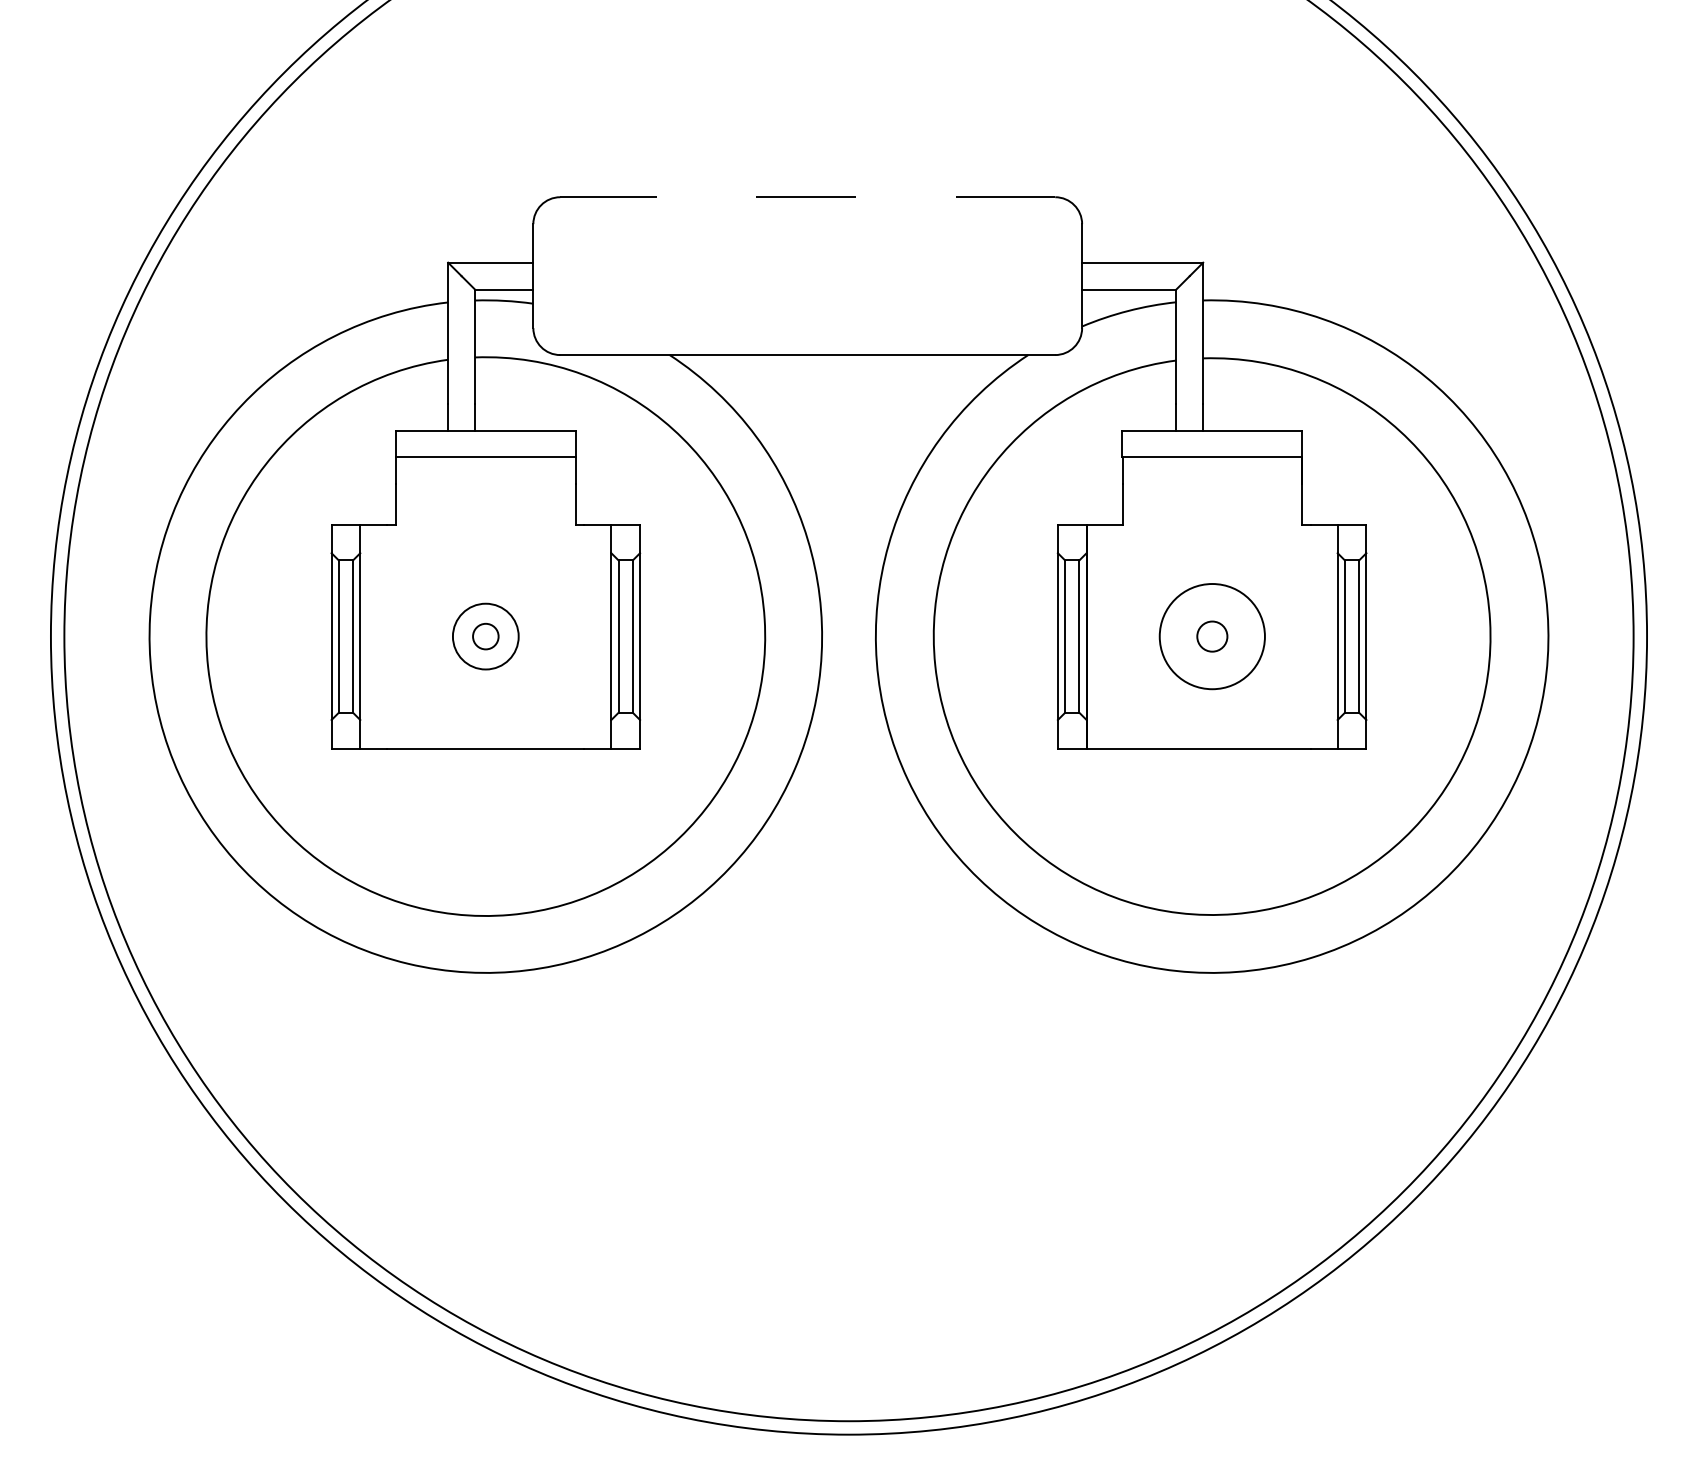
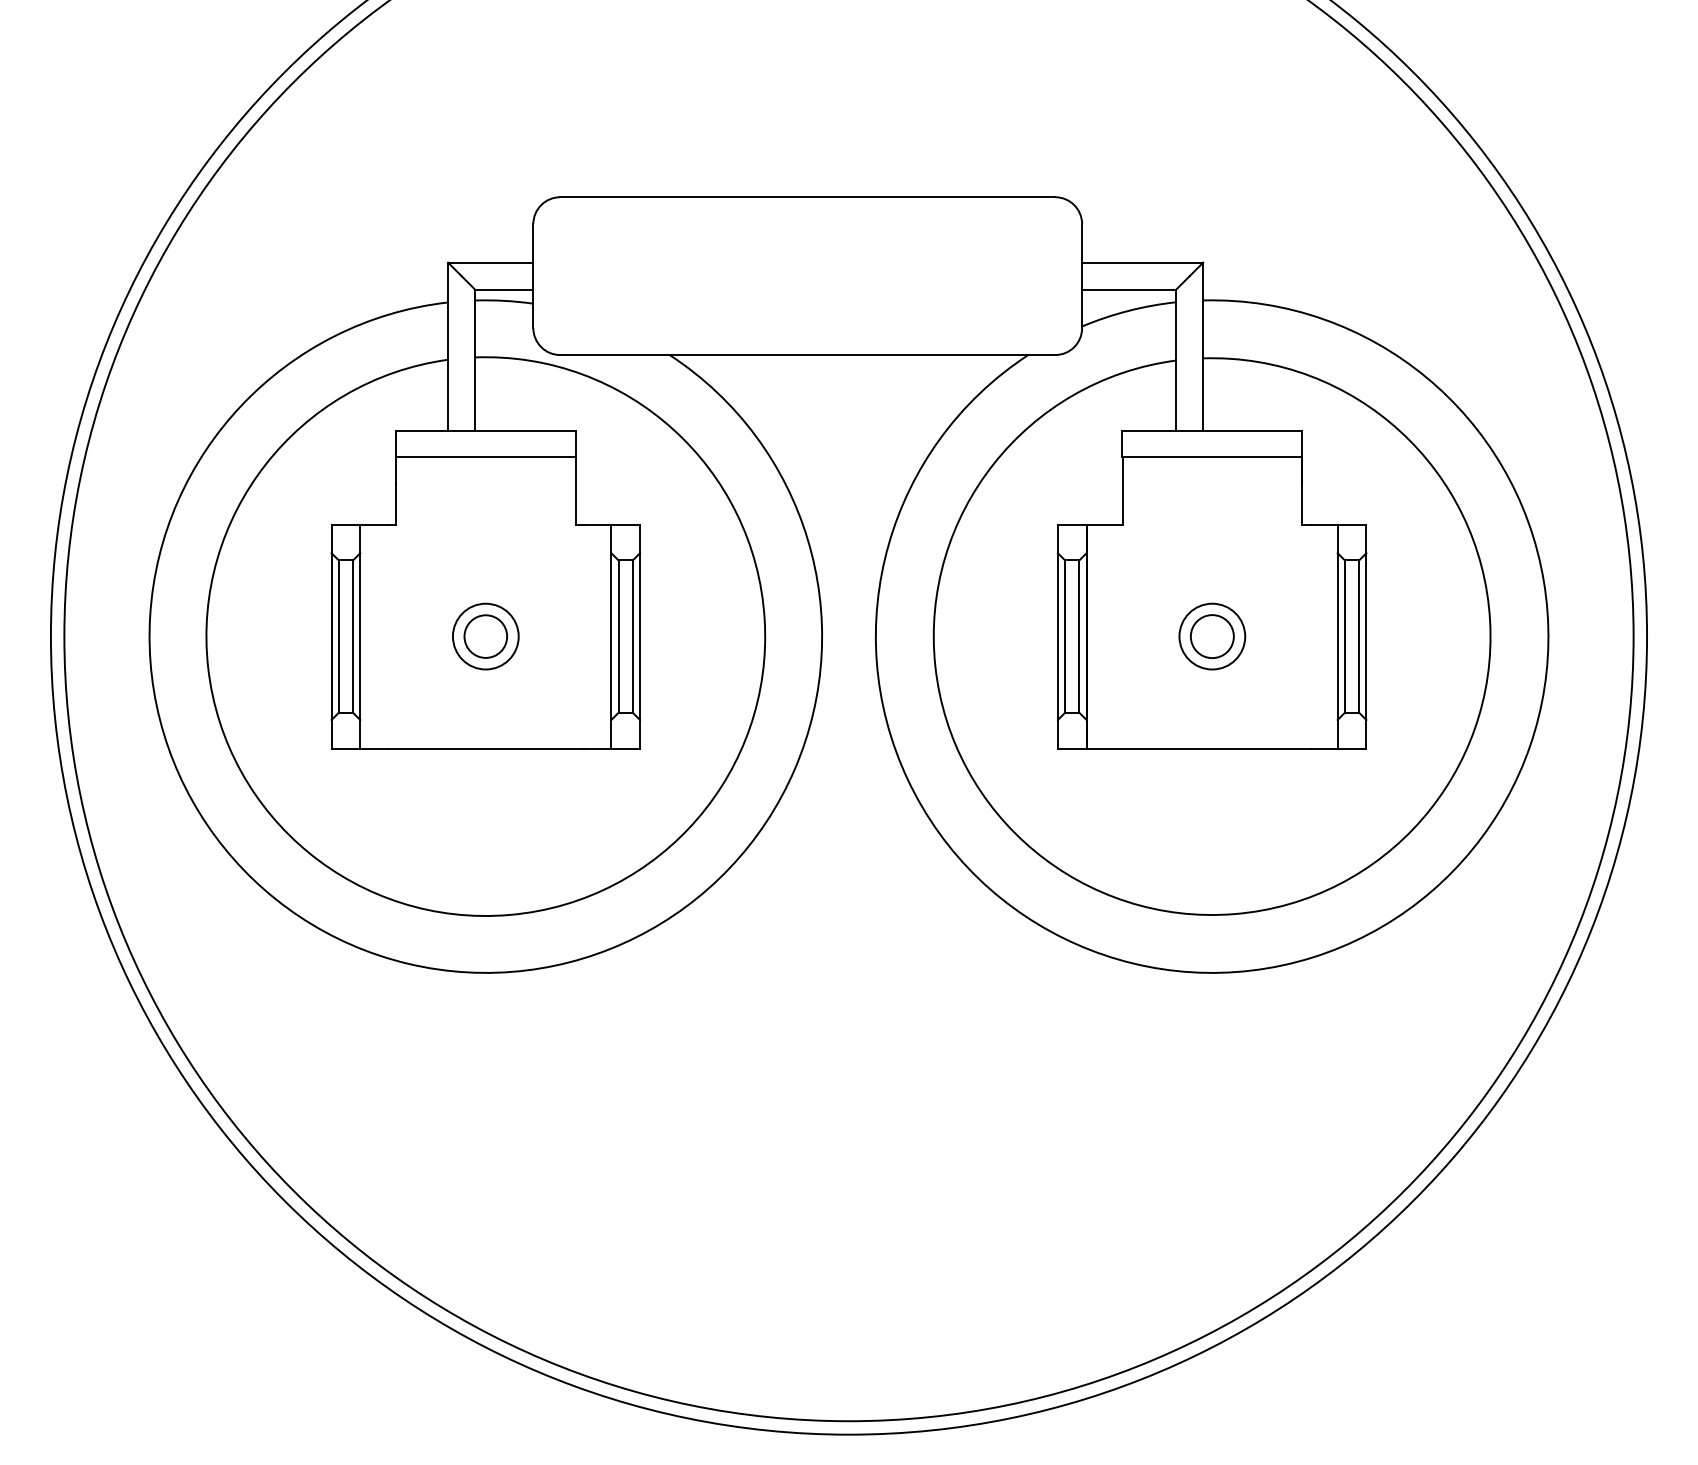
line at (807, 197): dashed -> solid
circle at (485, 636) diameter: 26 px -> 43 px
circle at (1211, 636) diameter: 105 px -> 66 px
circle at (1212, 636) diameter: 30 px -> 43 px
